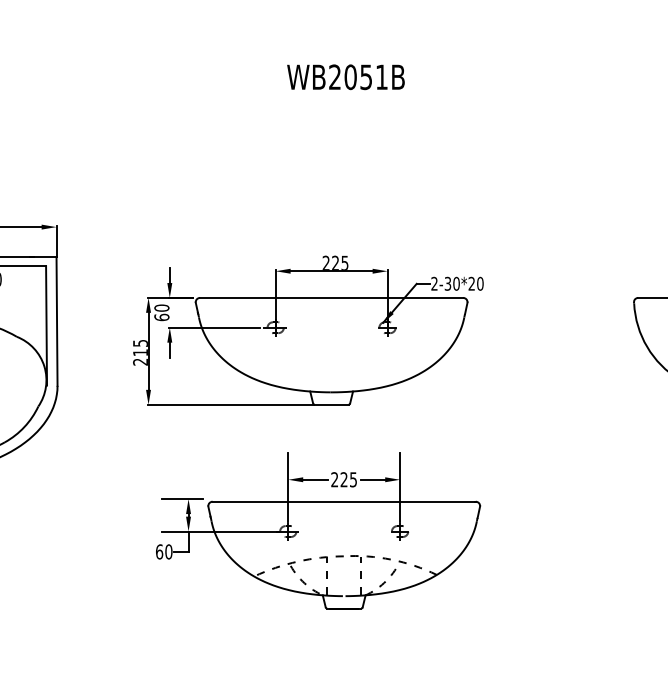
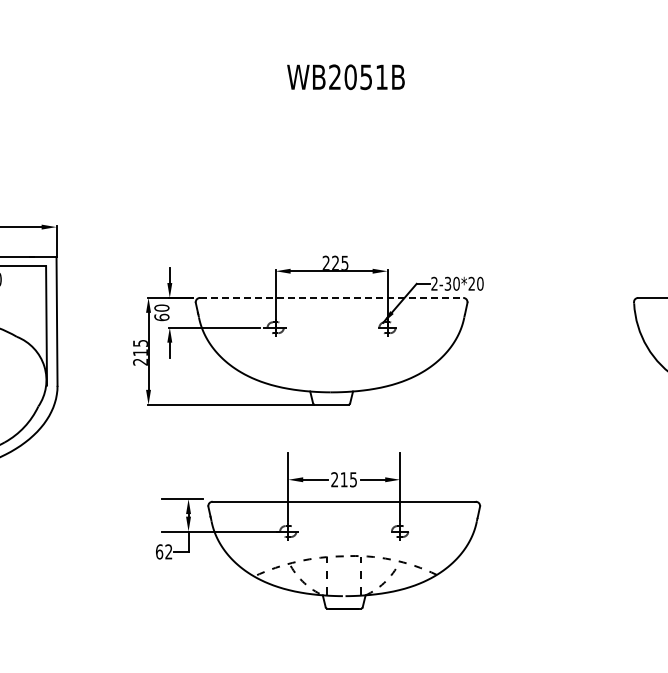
line at (331, 297): solid -> dashed
text at (343, 479): 225 -> 215
text at (168, 551): 60 -> 62
